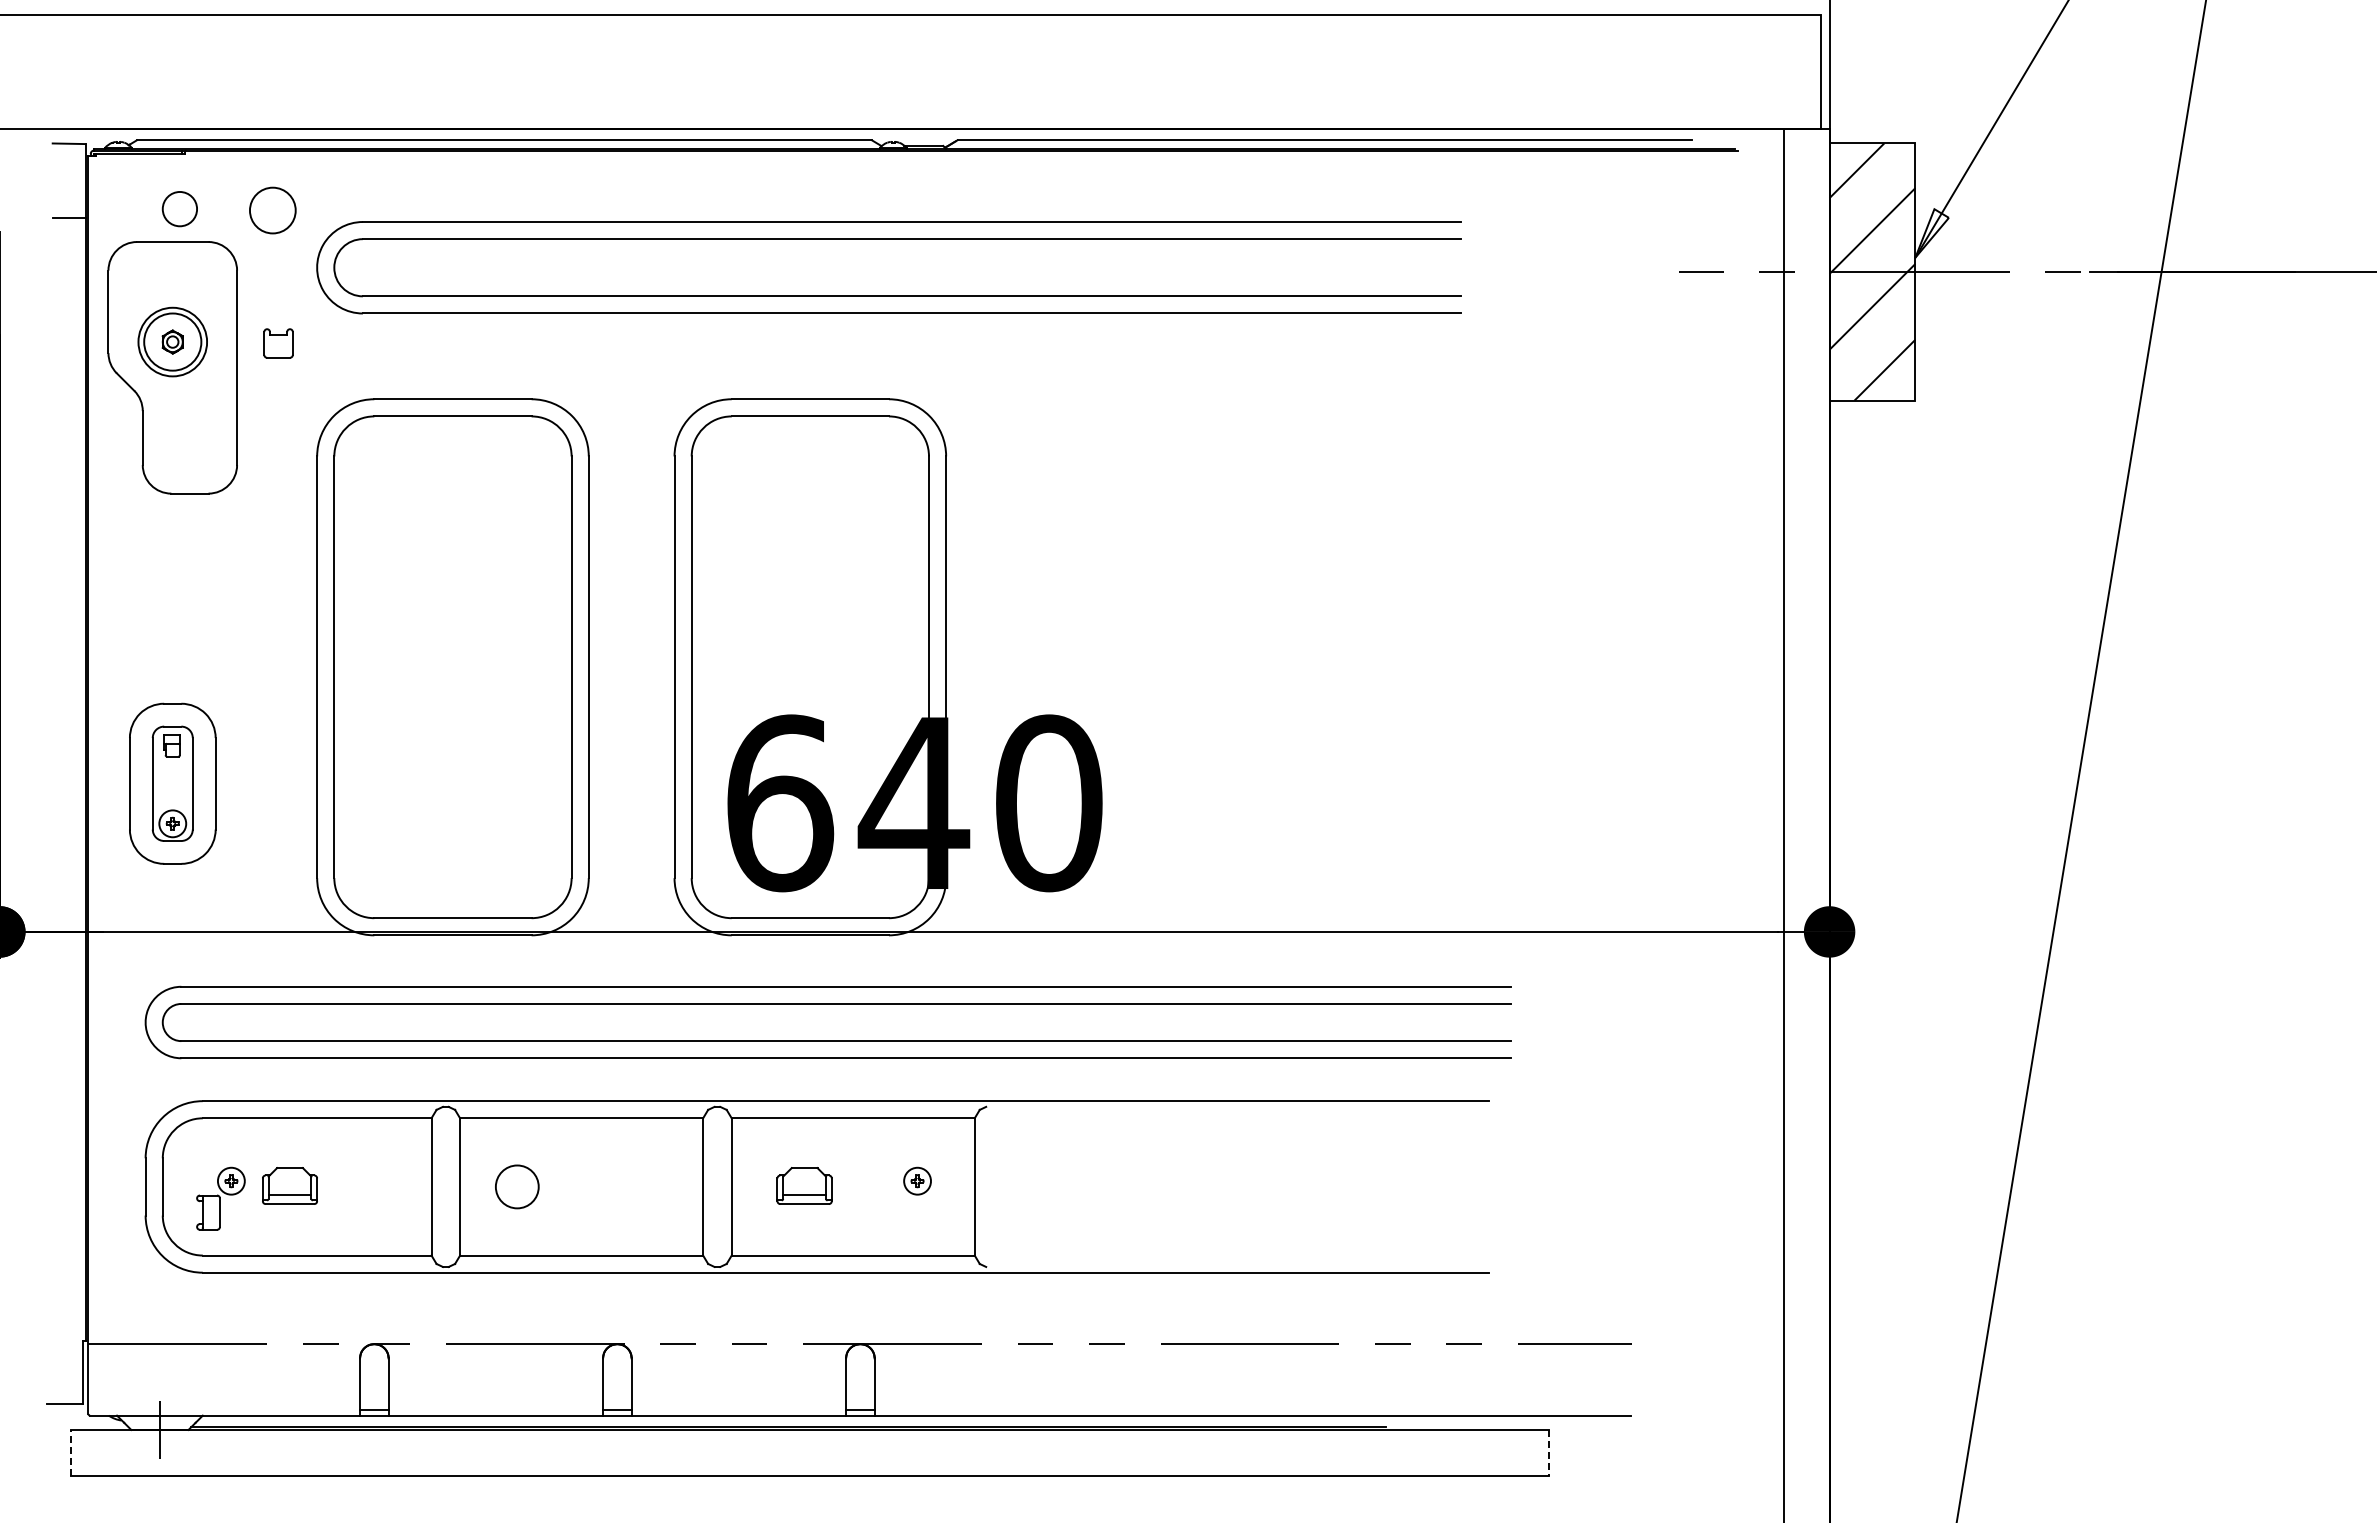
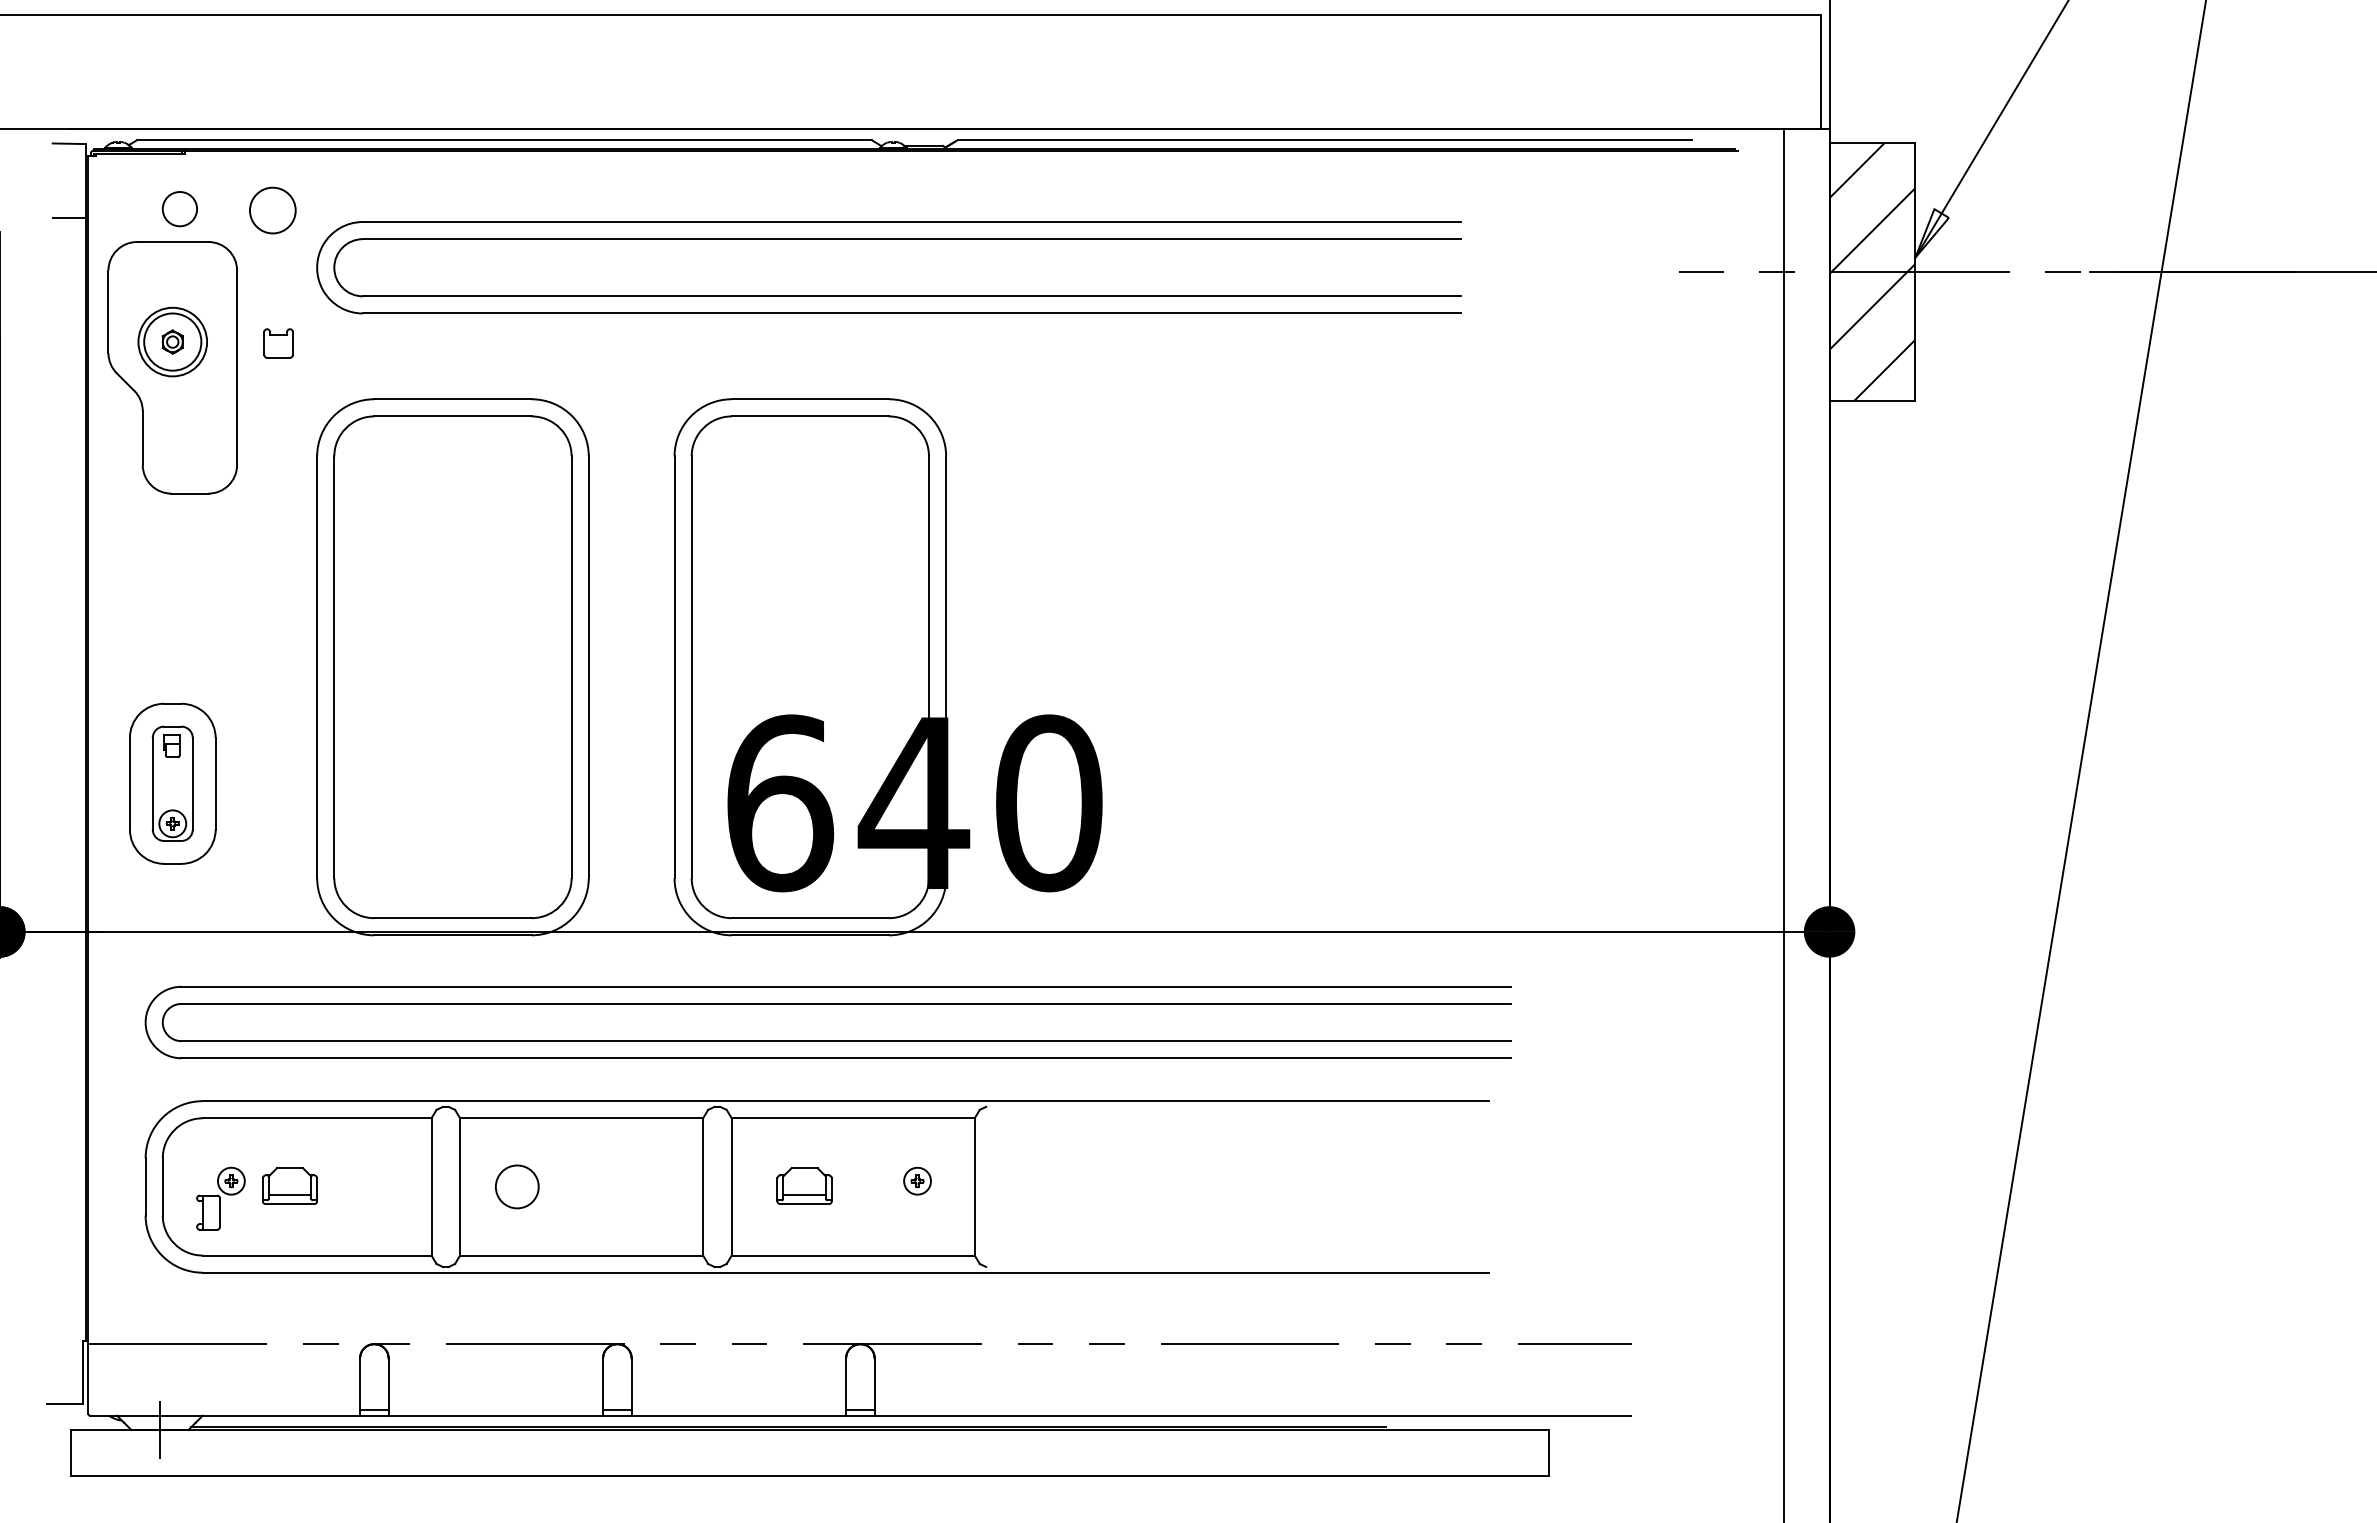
line at (71, 1452): dashed -> solid
line at (1549, 1452): dashed -> solid
